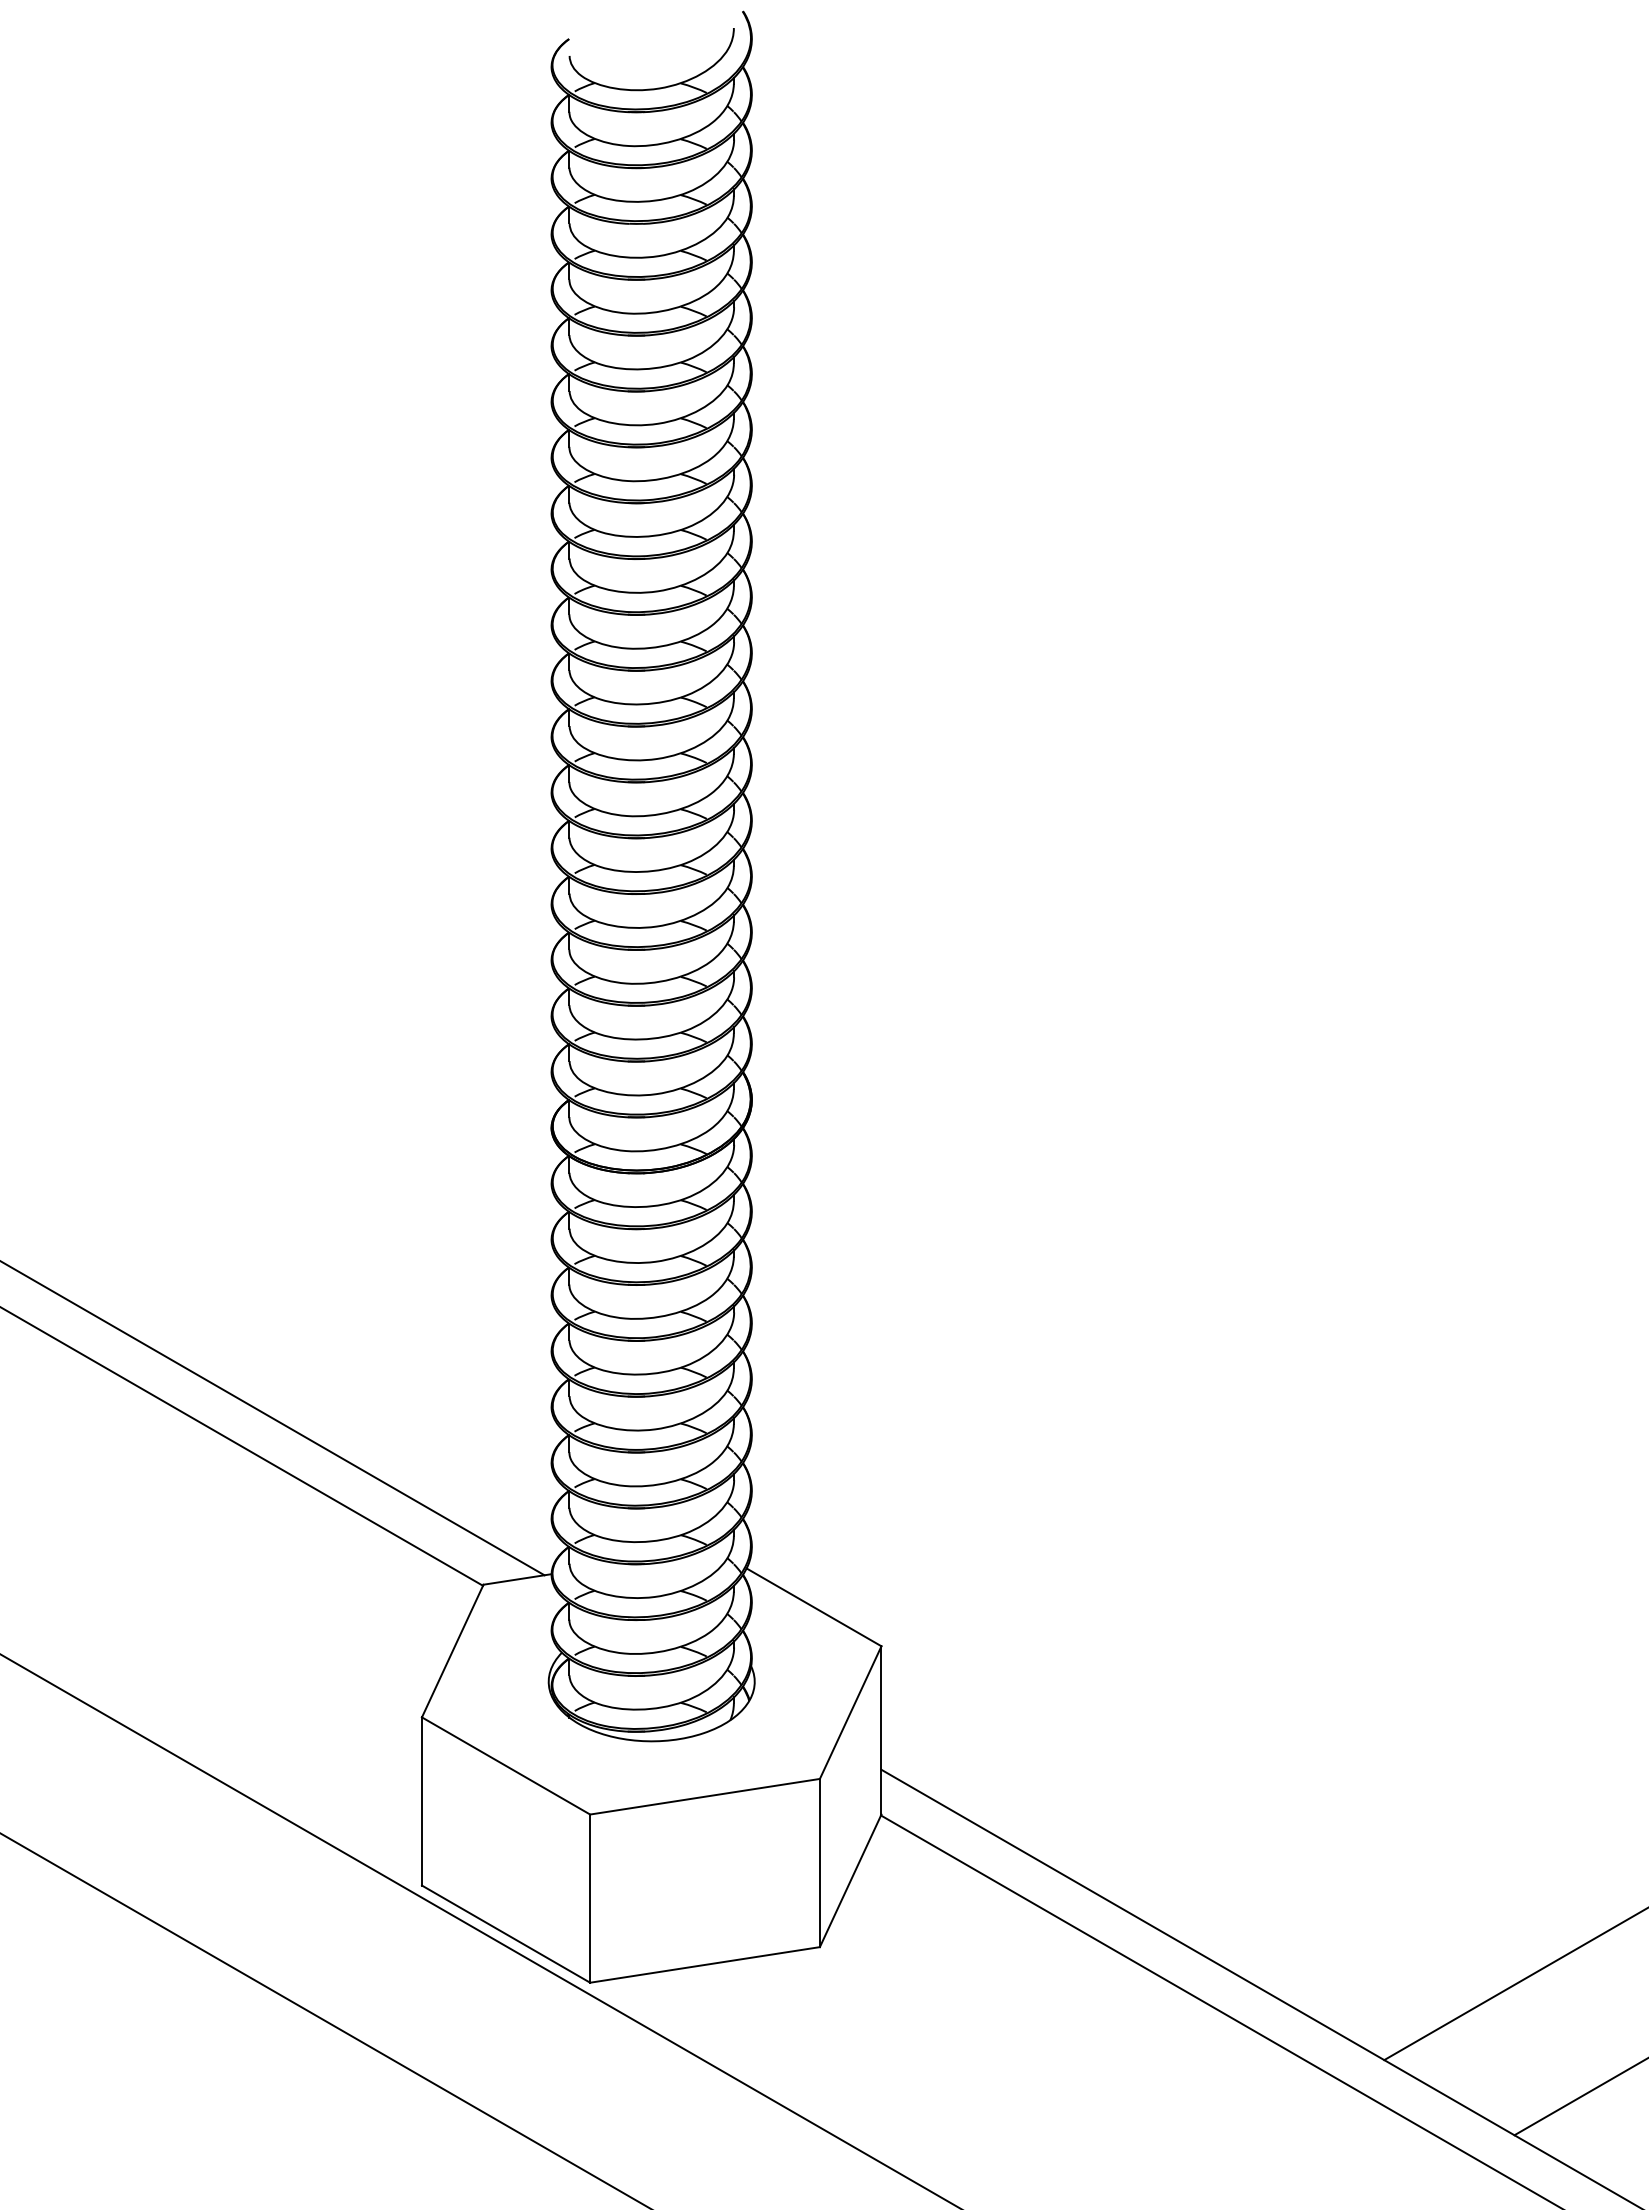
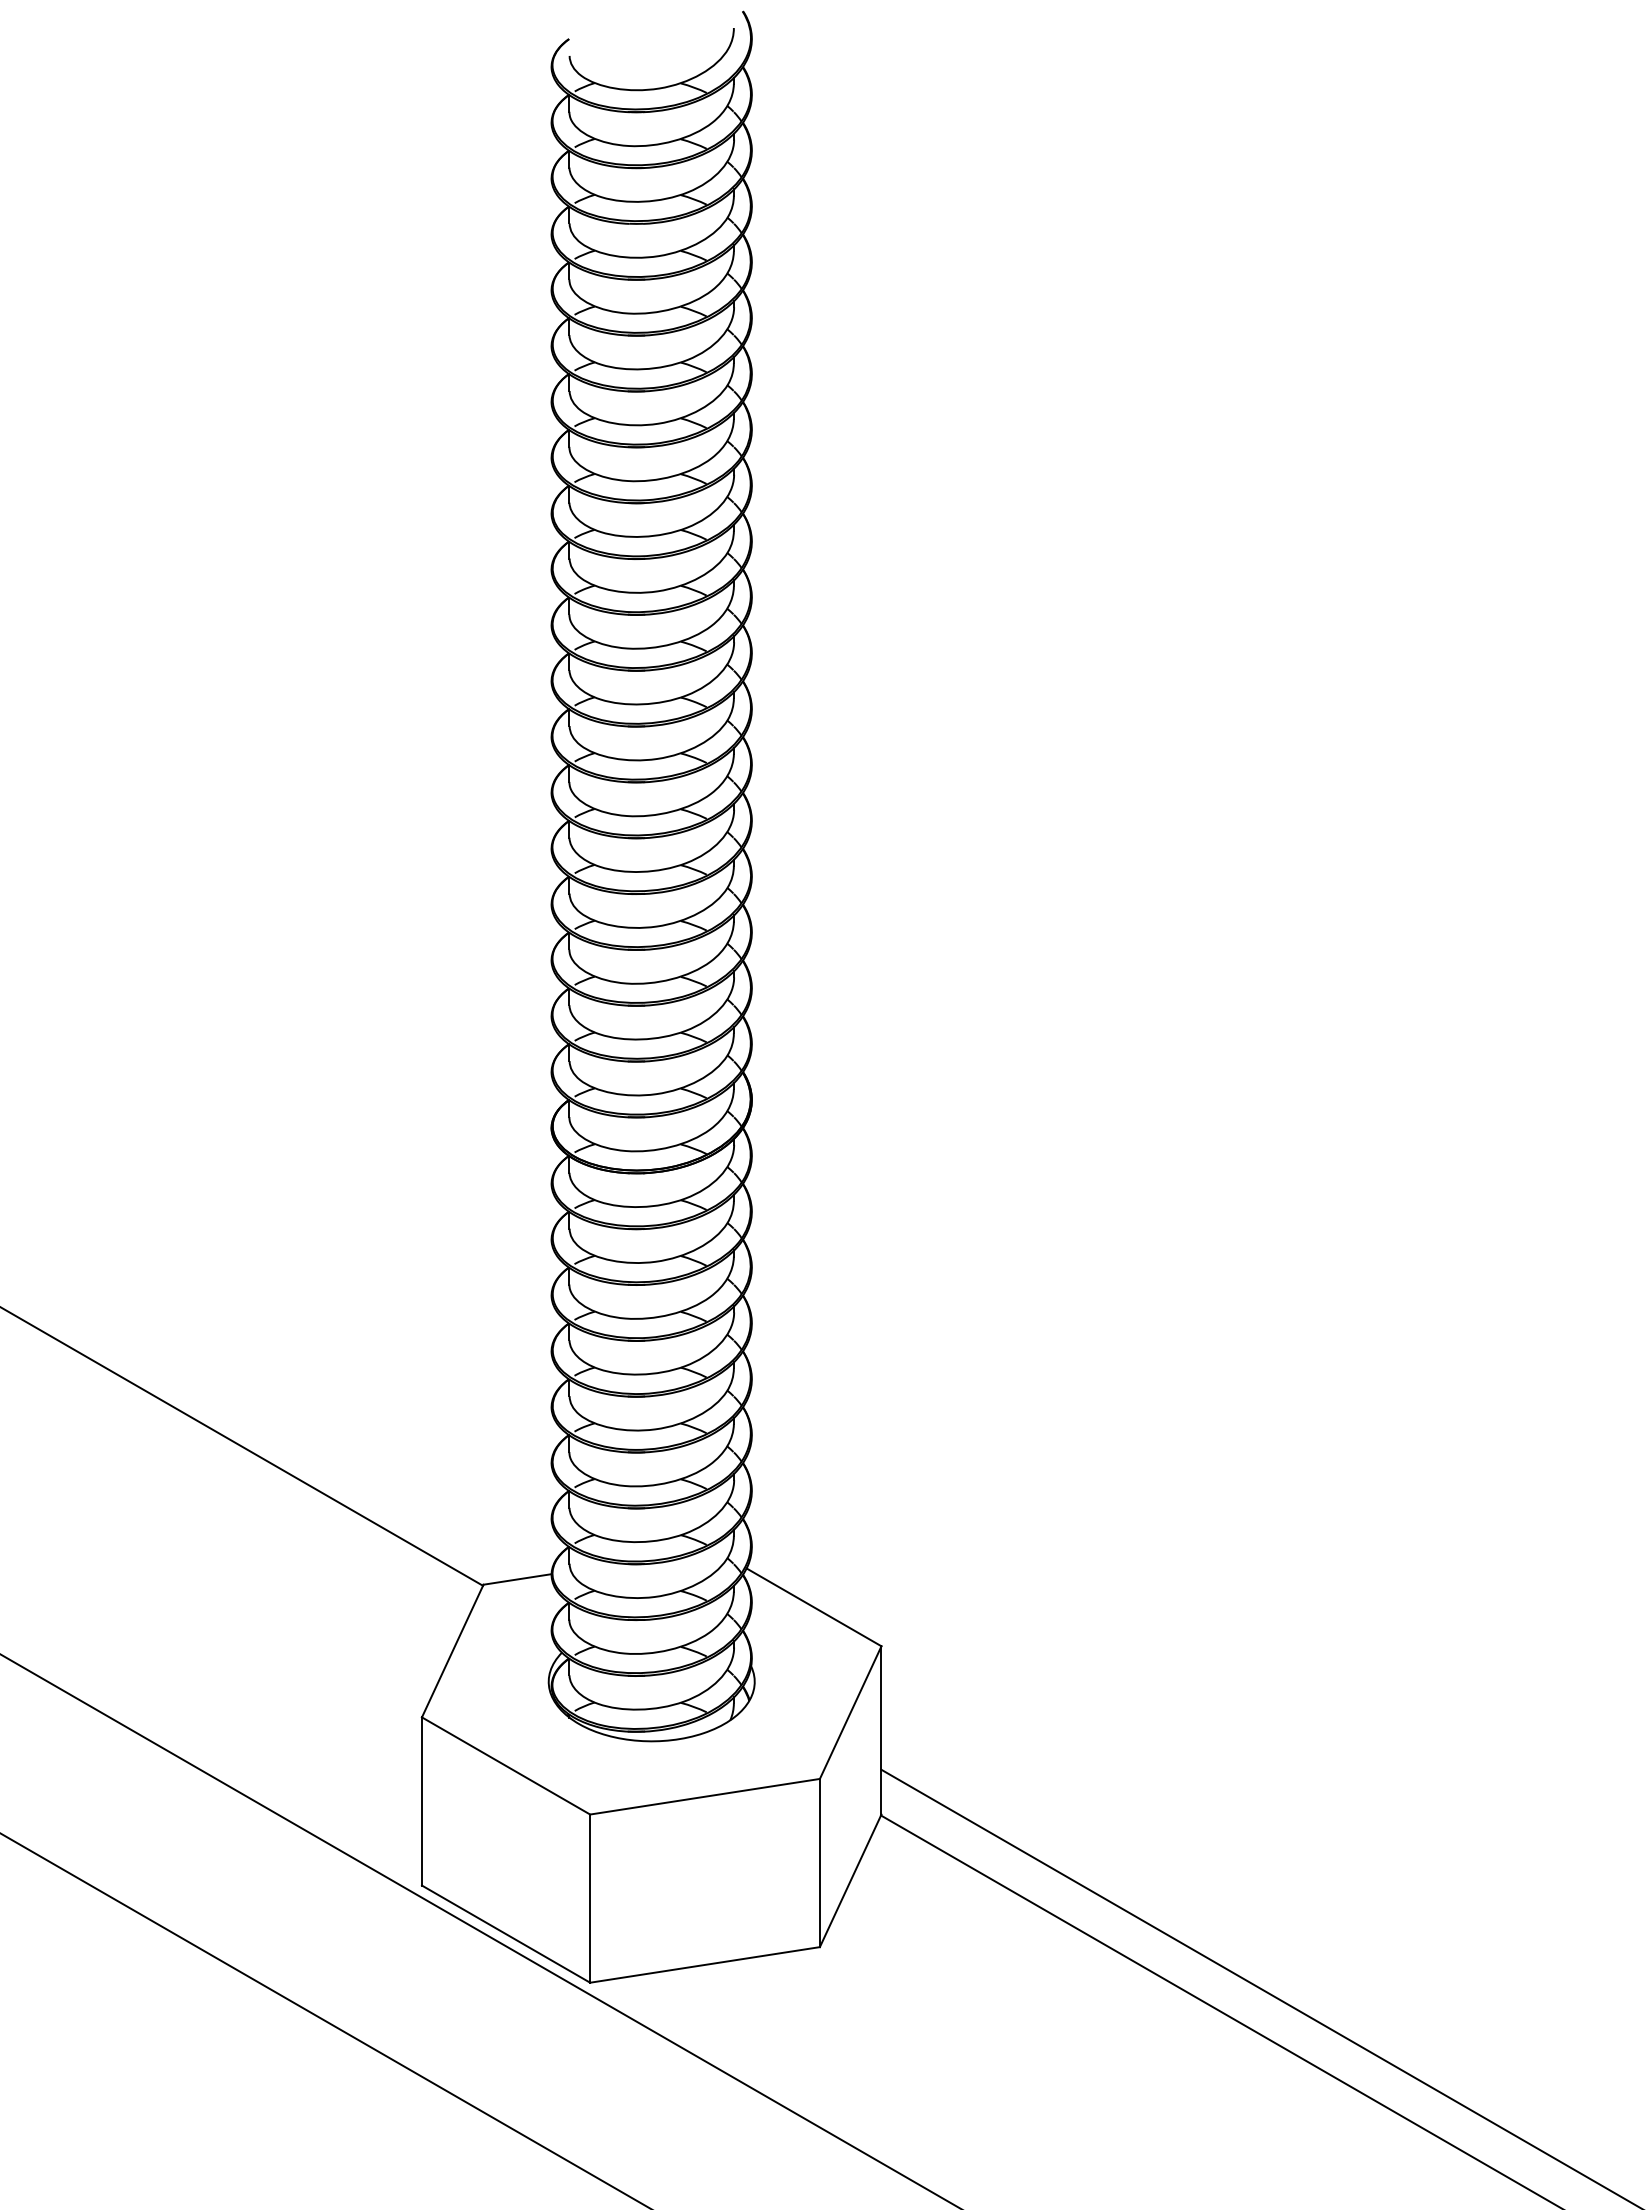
line at (273, 1418): present -> none
line at (1514, 1984): present -> none
line at (1579, 2097): present -> none
